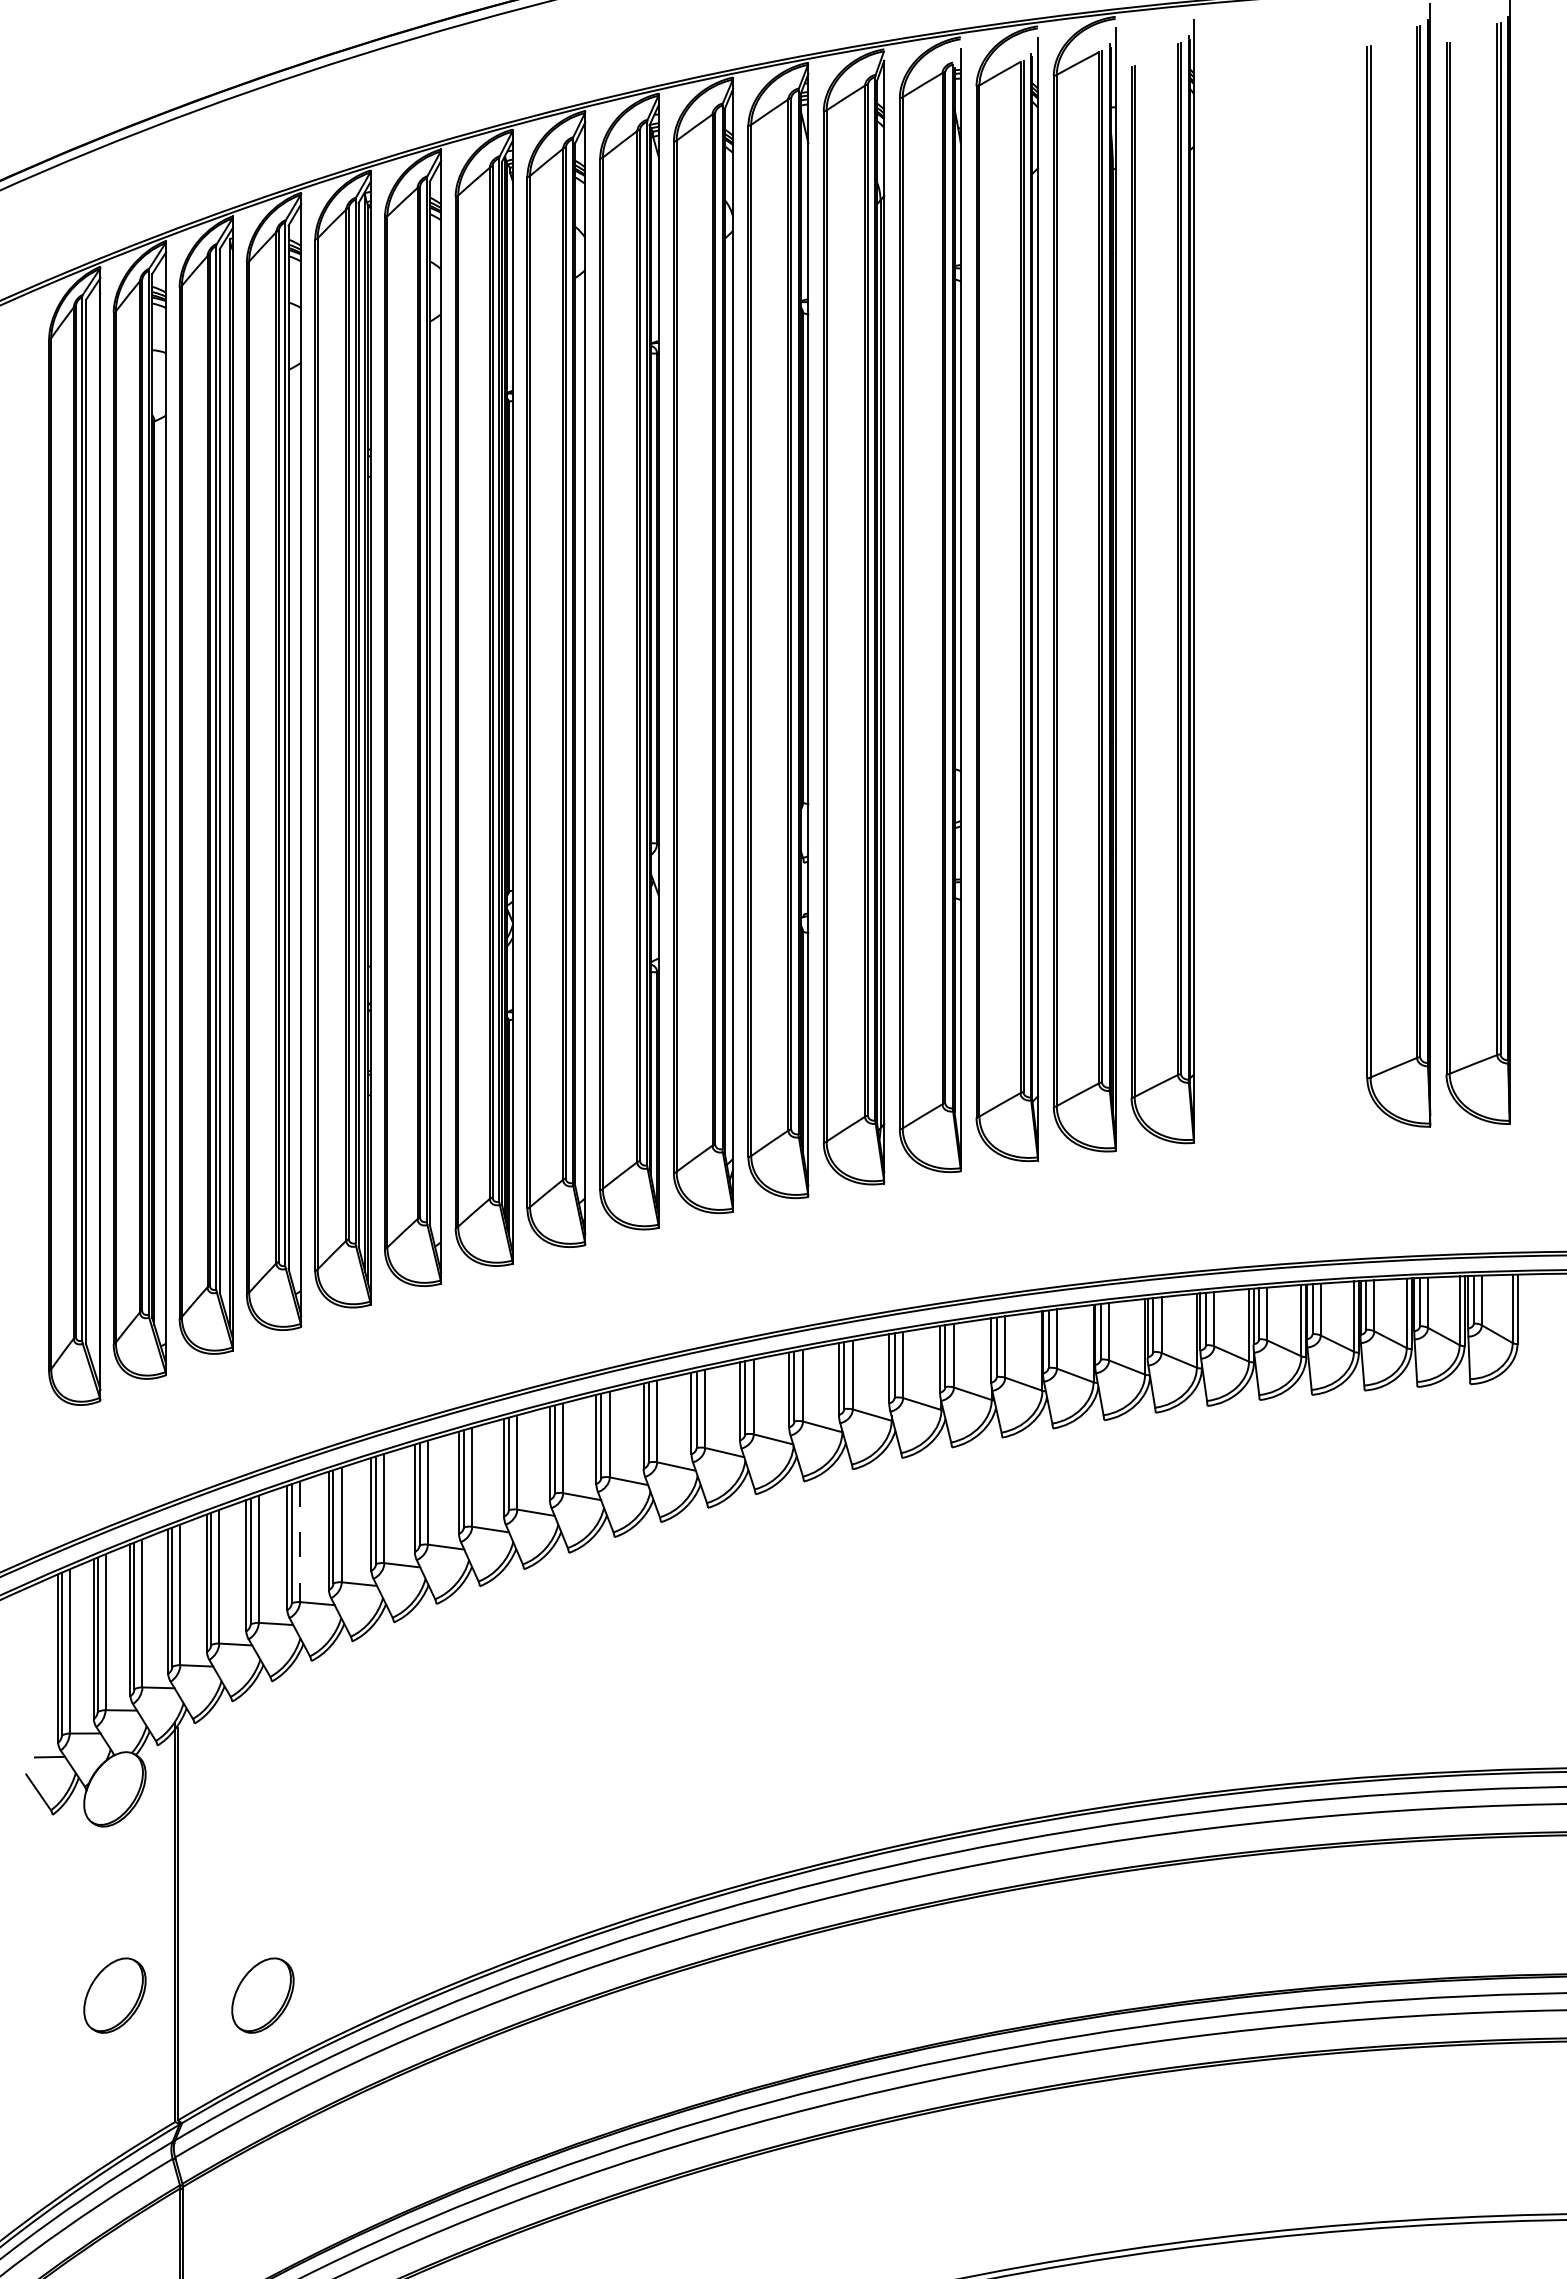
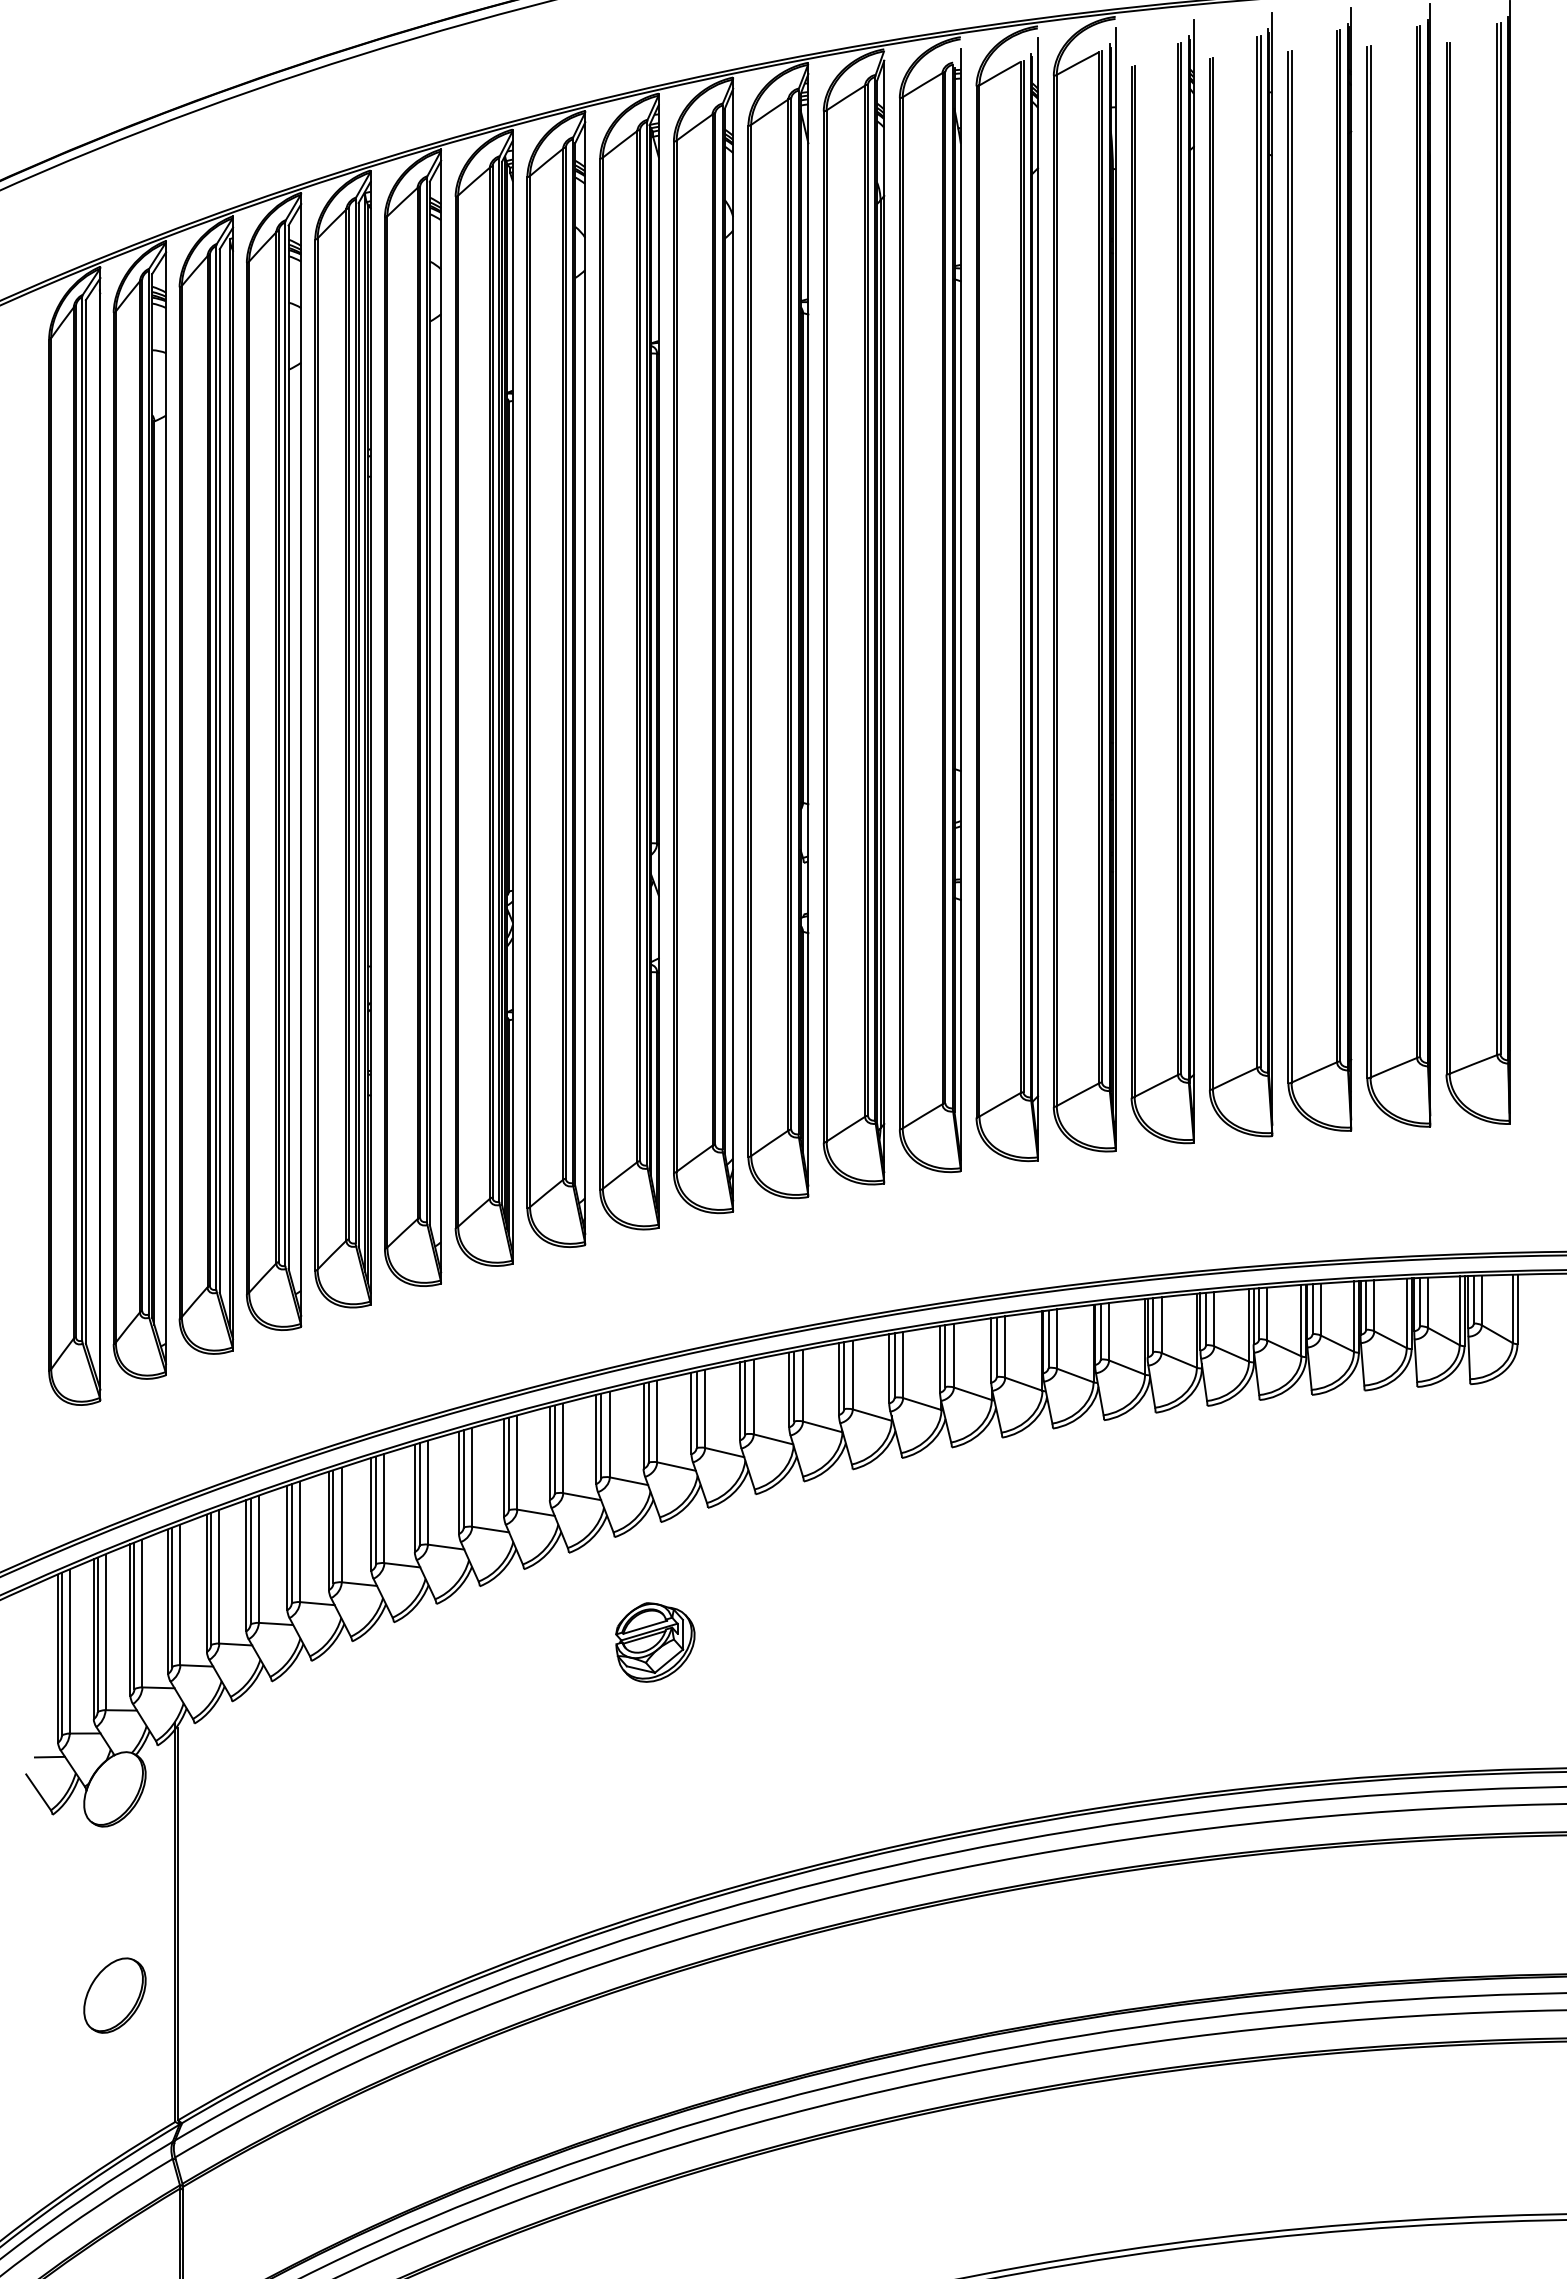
part at (1336, 569): none -> present
part at (1256, 574): none -> present
line at (300, 1542): dashed -> solid
part at (655, 1642): none -> present
part at (262, 1995): present -> none
